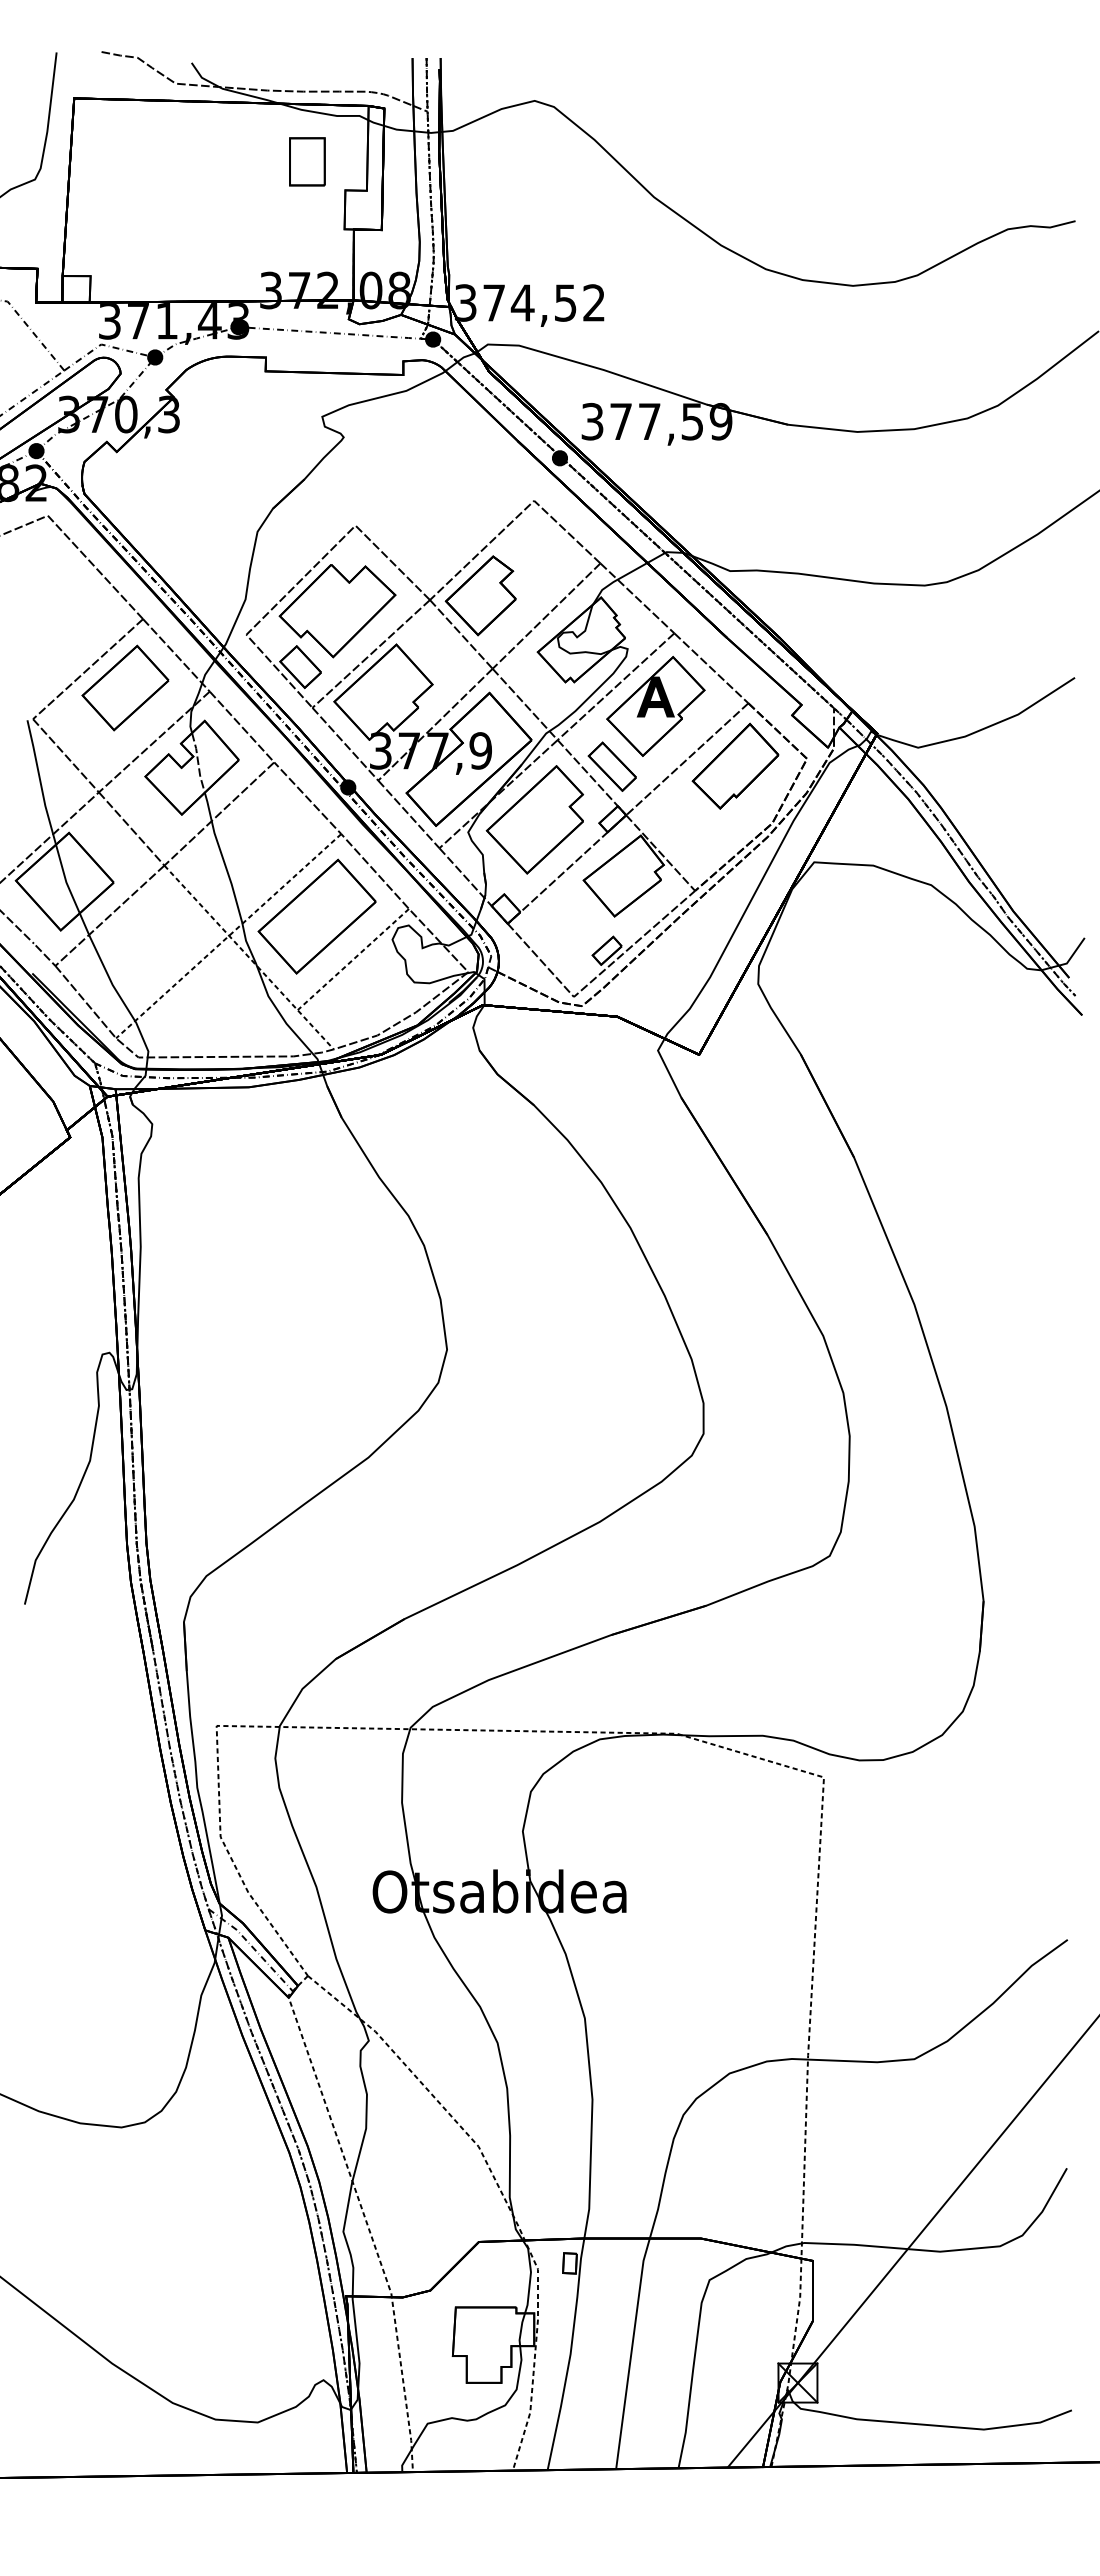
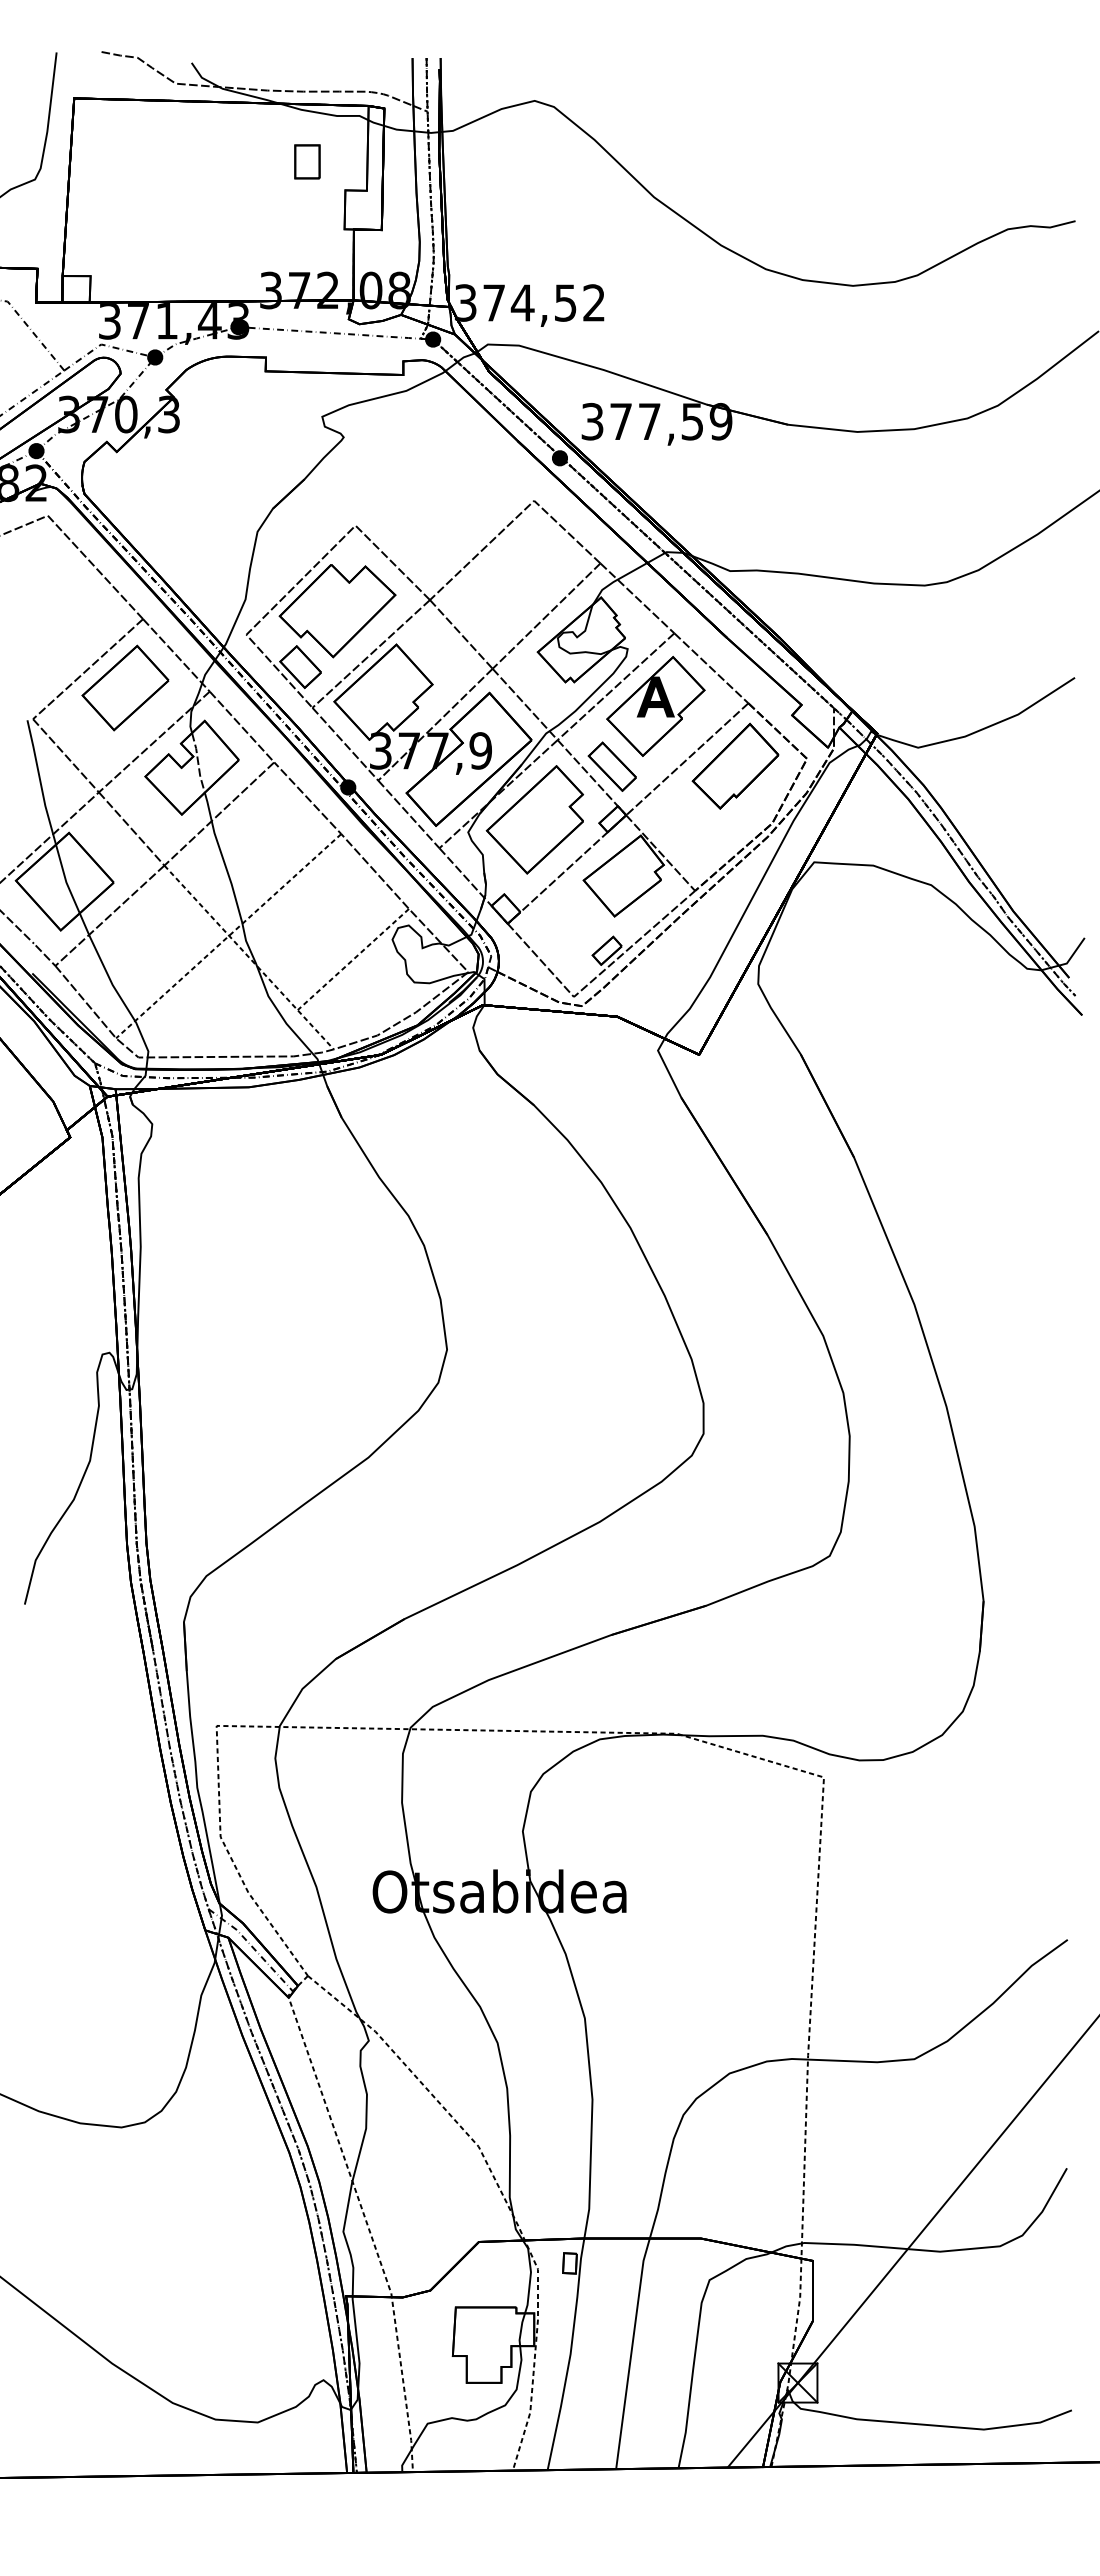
part at (307, 161) size: 37x50 px -> 27x36 px
part at (480, 595): present -> none
part at (316, 916): present -> none
